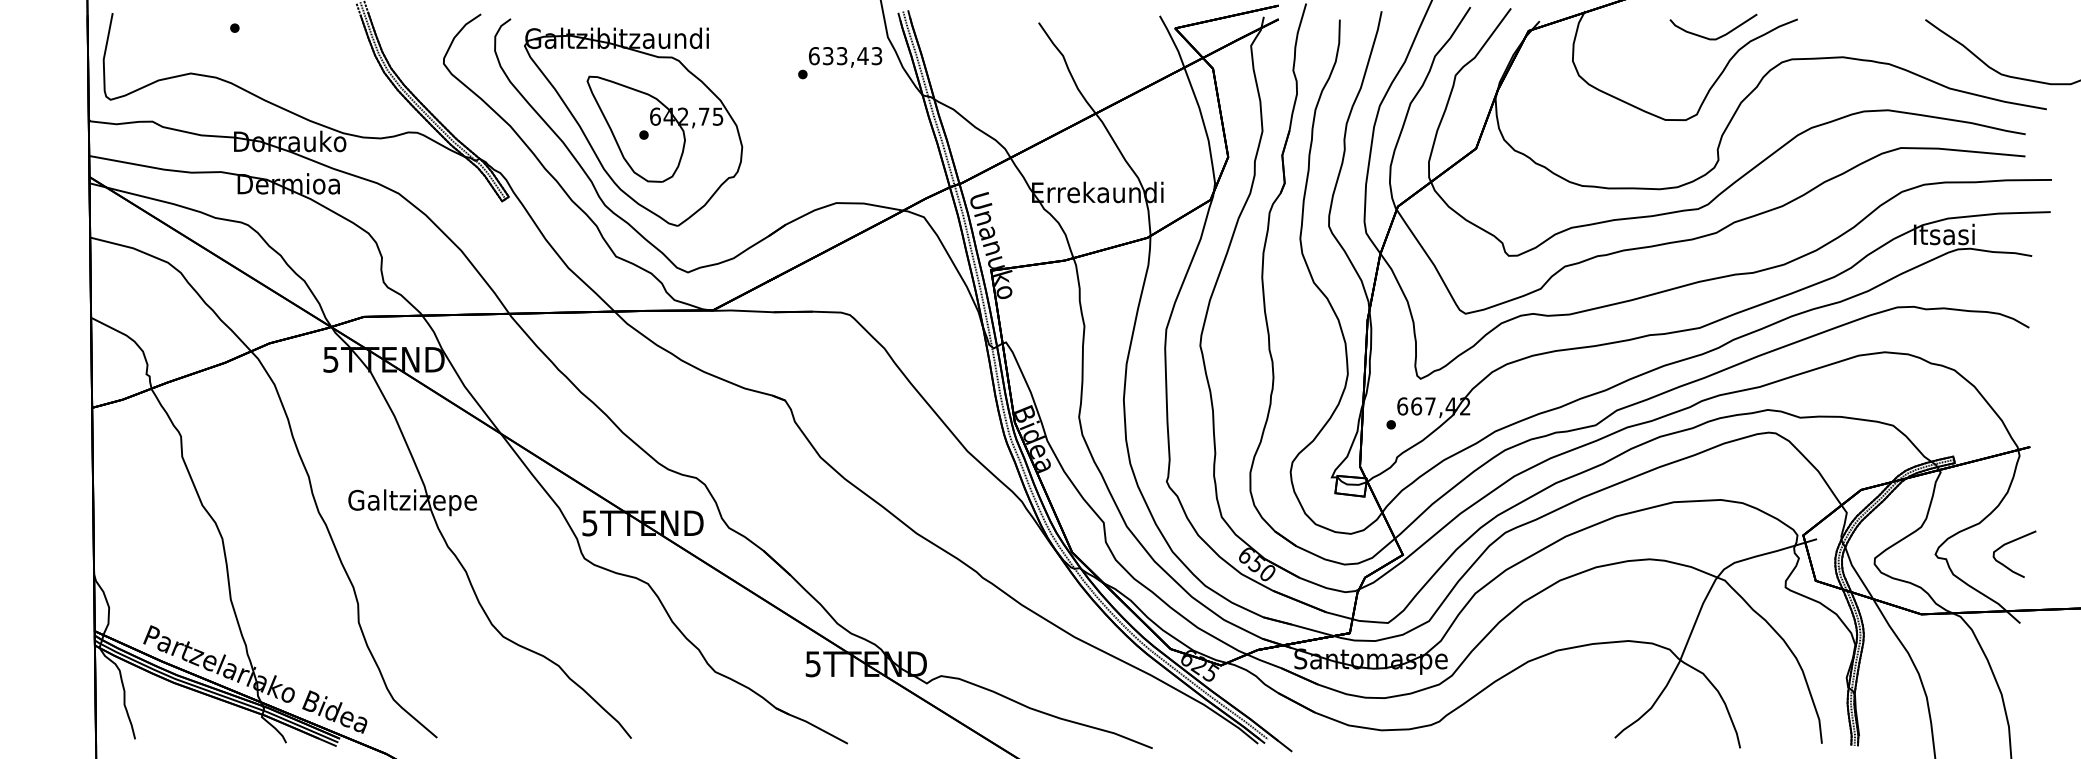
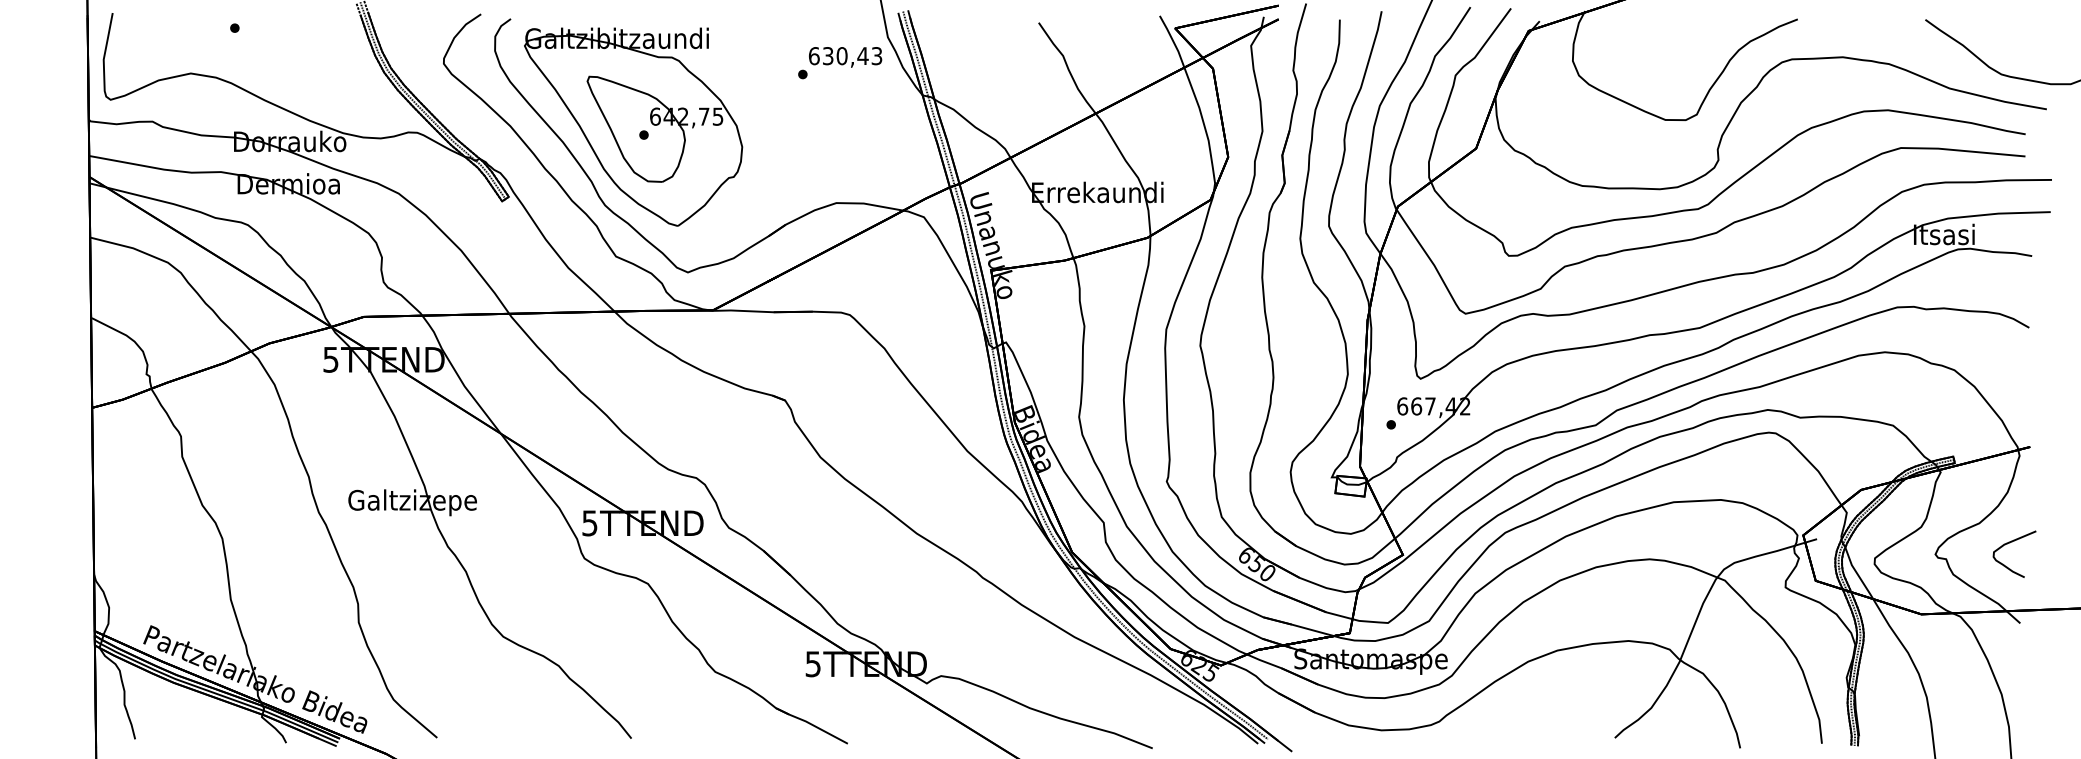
part at (1719, 36): present -> none
text at (841, 56): 633,43 -> 630,43
